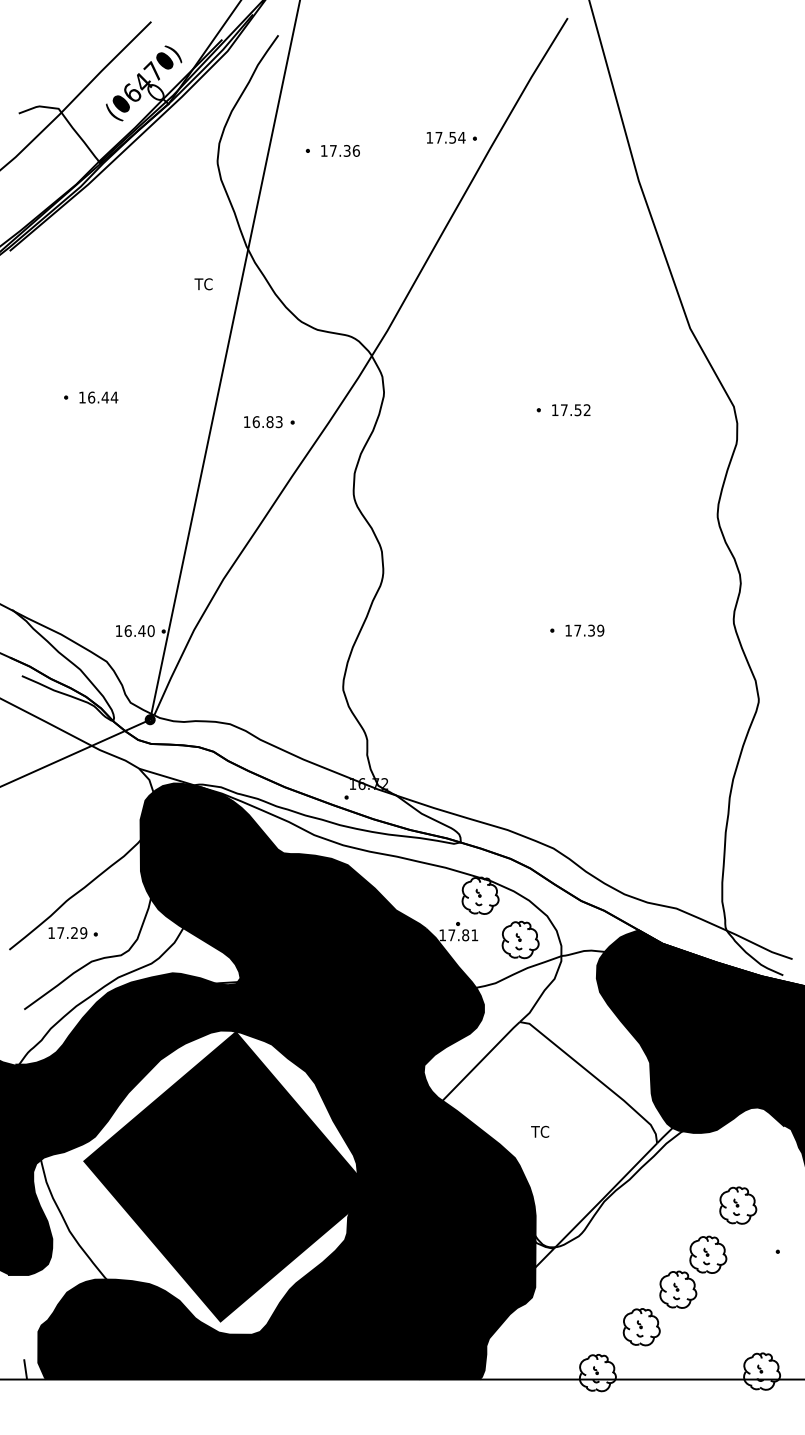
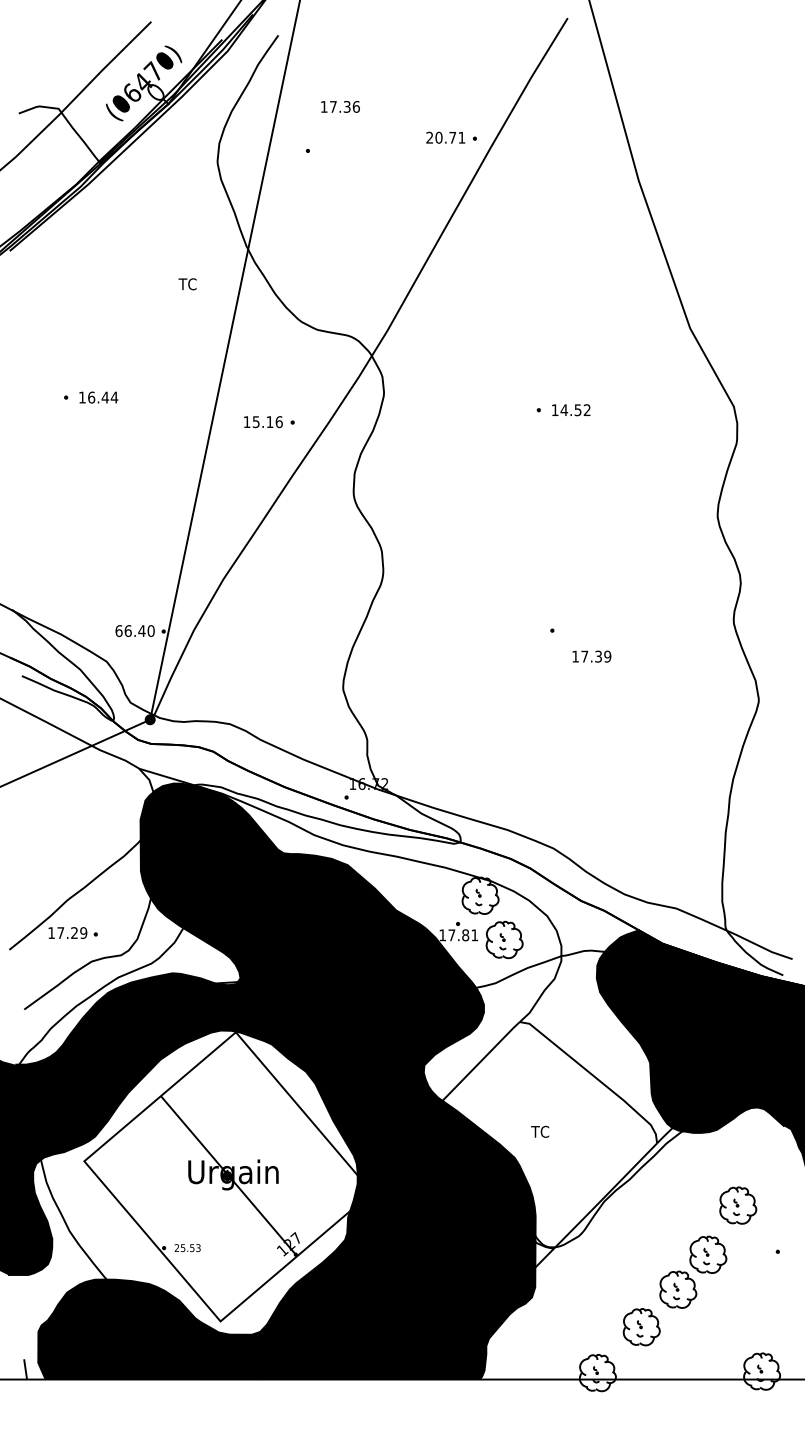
text at (445, 137): 17.54 -> 20.71
text at (340, 150) position: (340, 150) -> (340, 106)
text at (203, 284) position: (203, 284) -> (187, 284)
text at (564, 409): 17.52 -> 14.52
text at (267, 422): 16.83 -> 15.16
text at (584, 630) position: (584, 630) -> (591, 656)
text at (118, 631): 16.40 -> 66.40
part at (520, 939) position: (520, 939) -> (504, 939)
fill at (228, 1176): present -> none
